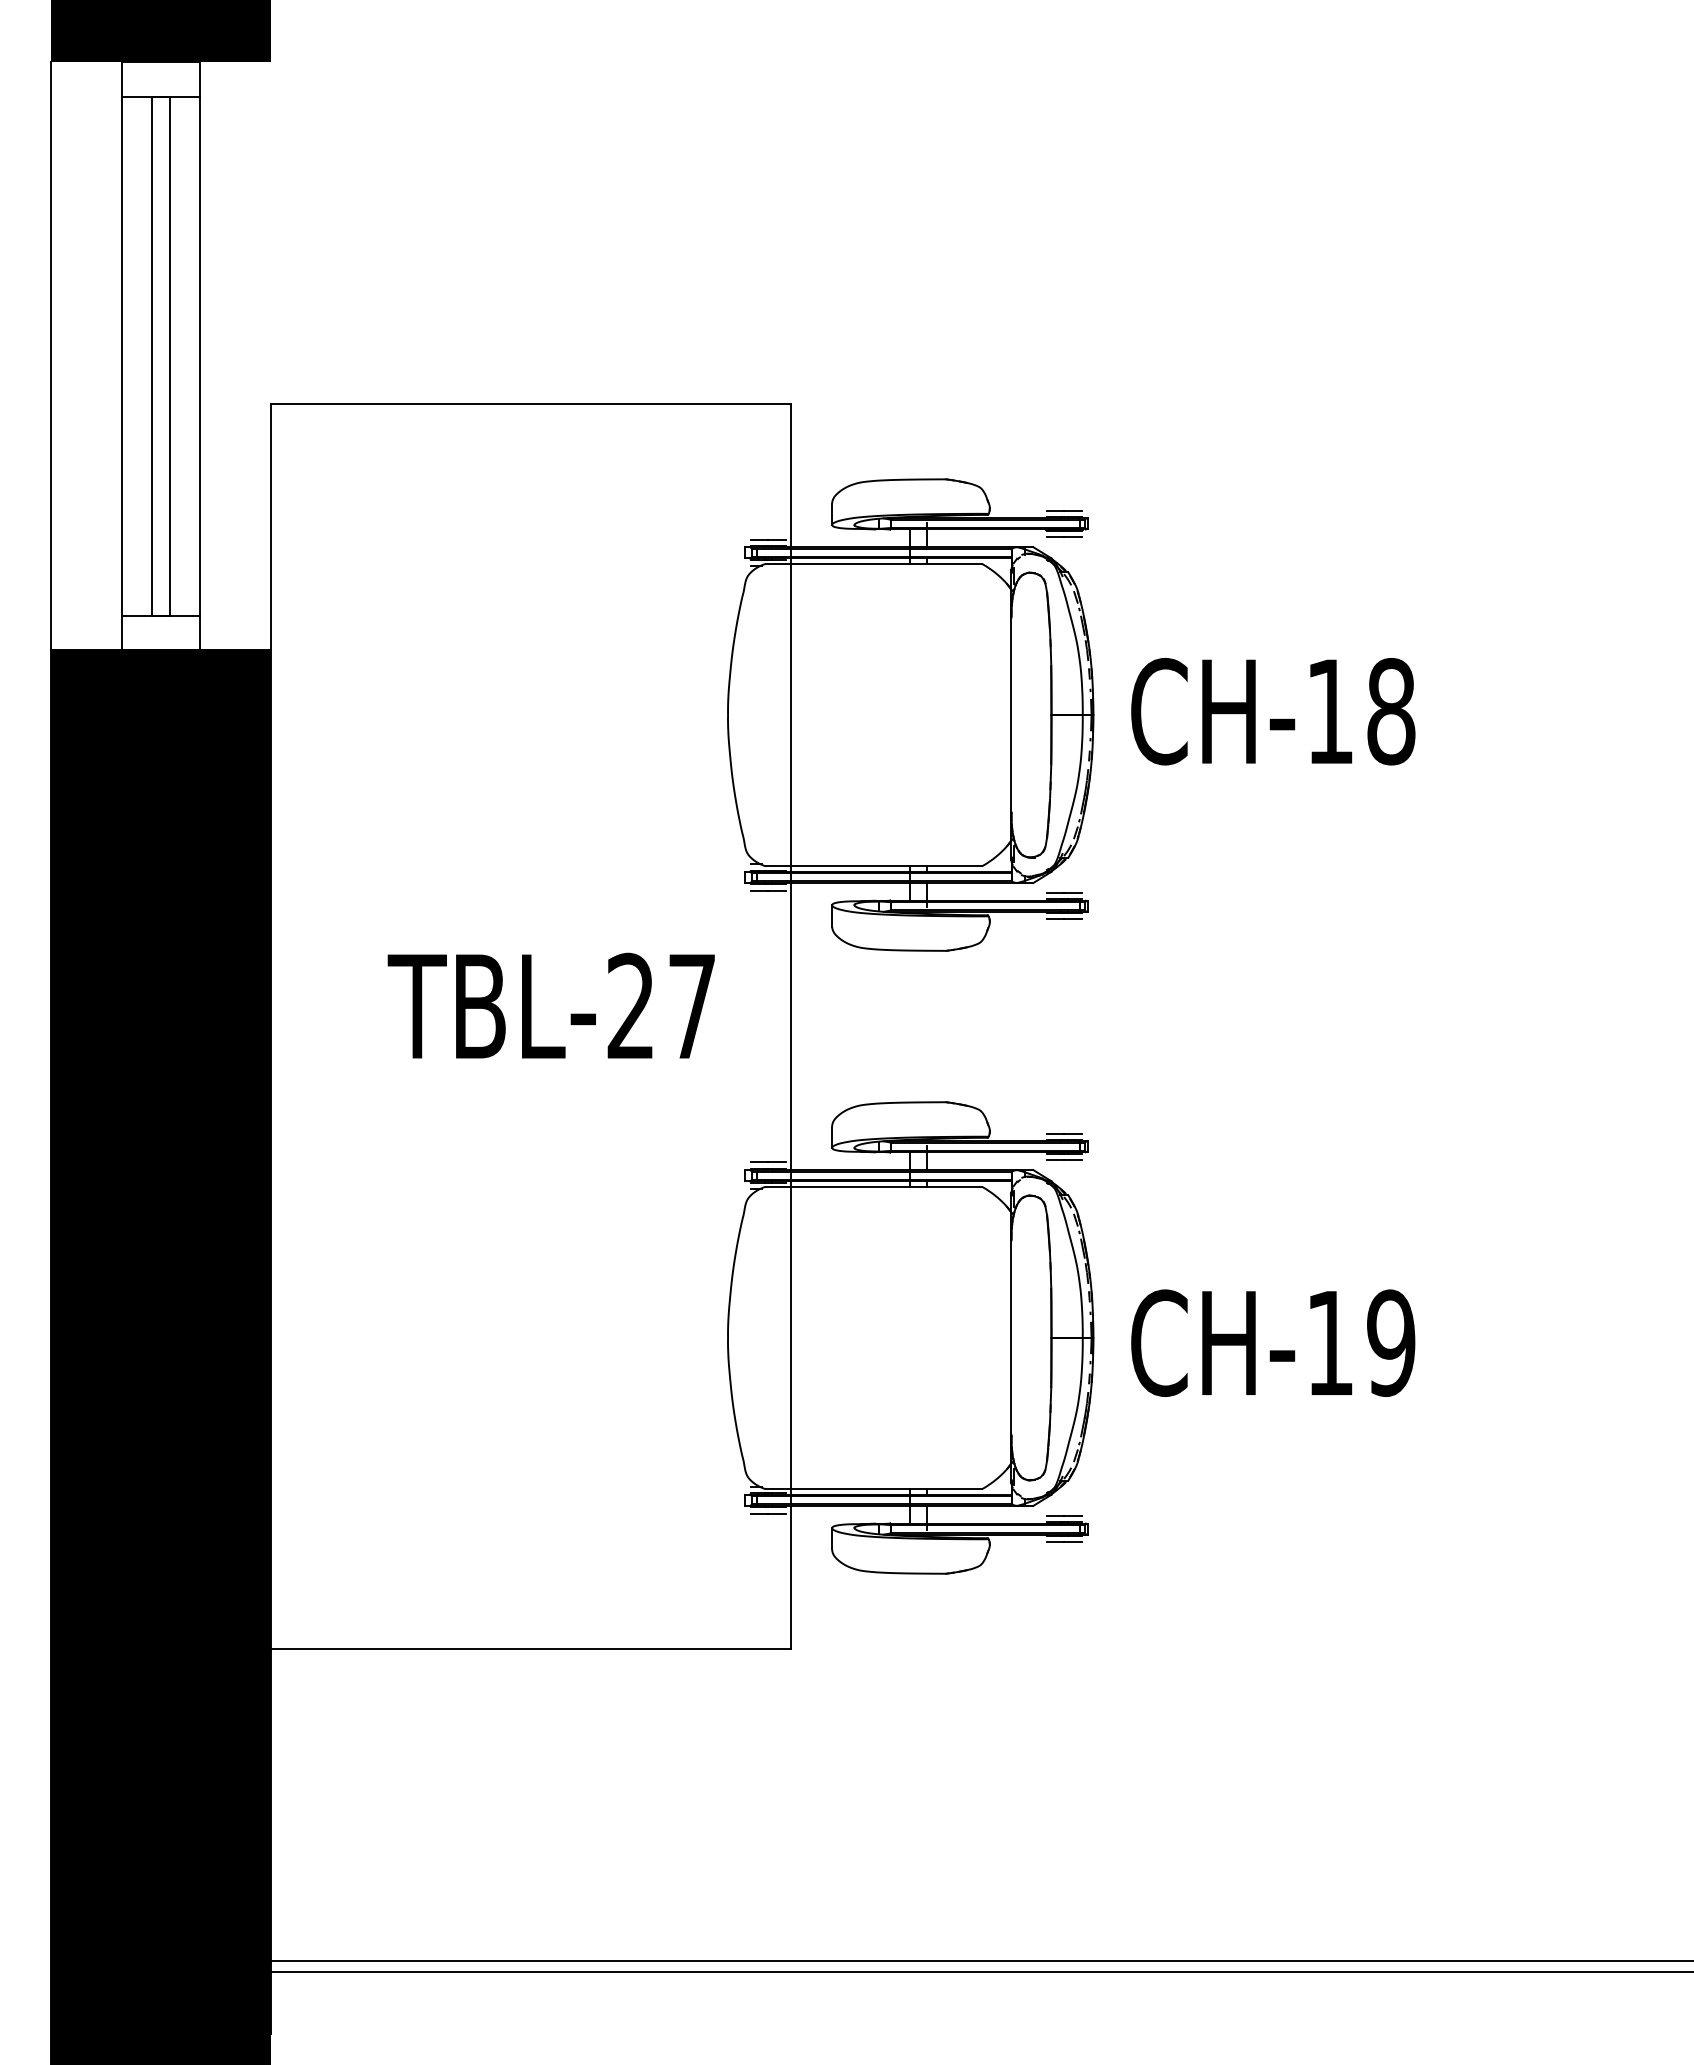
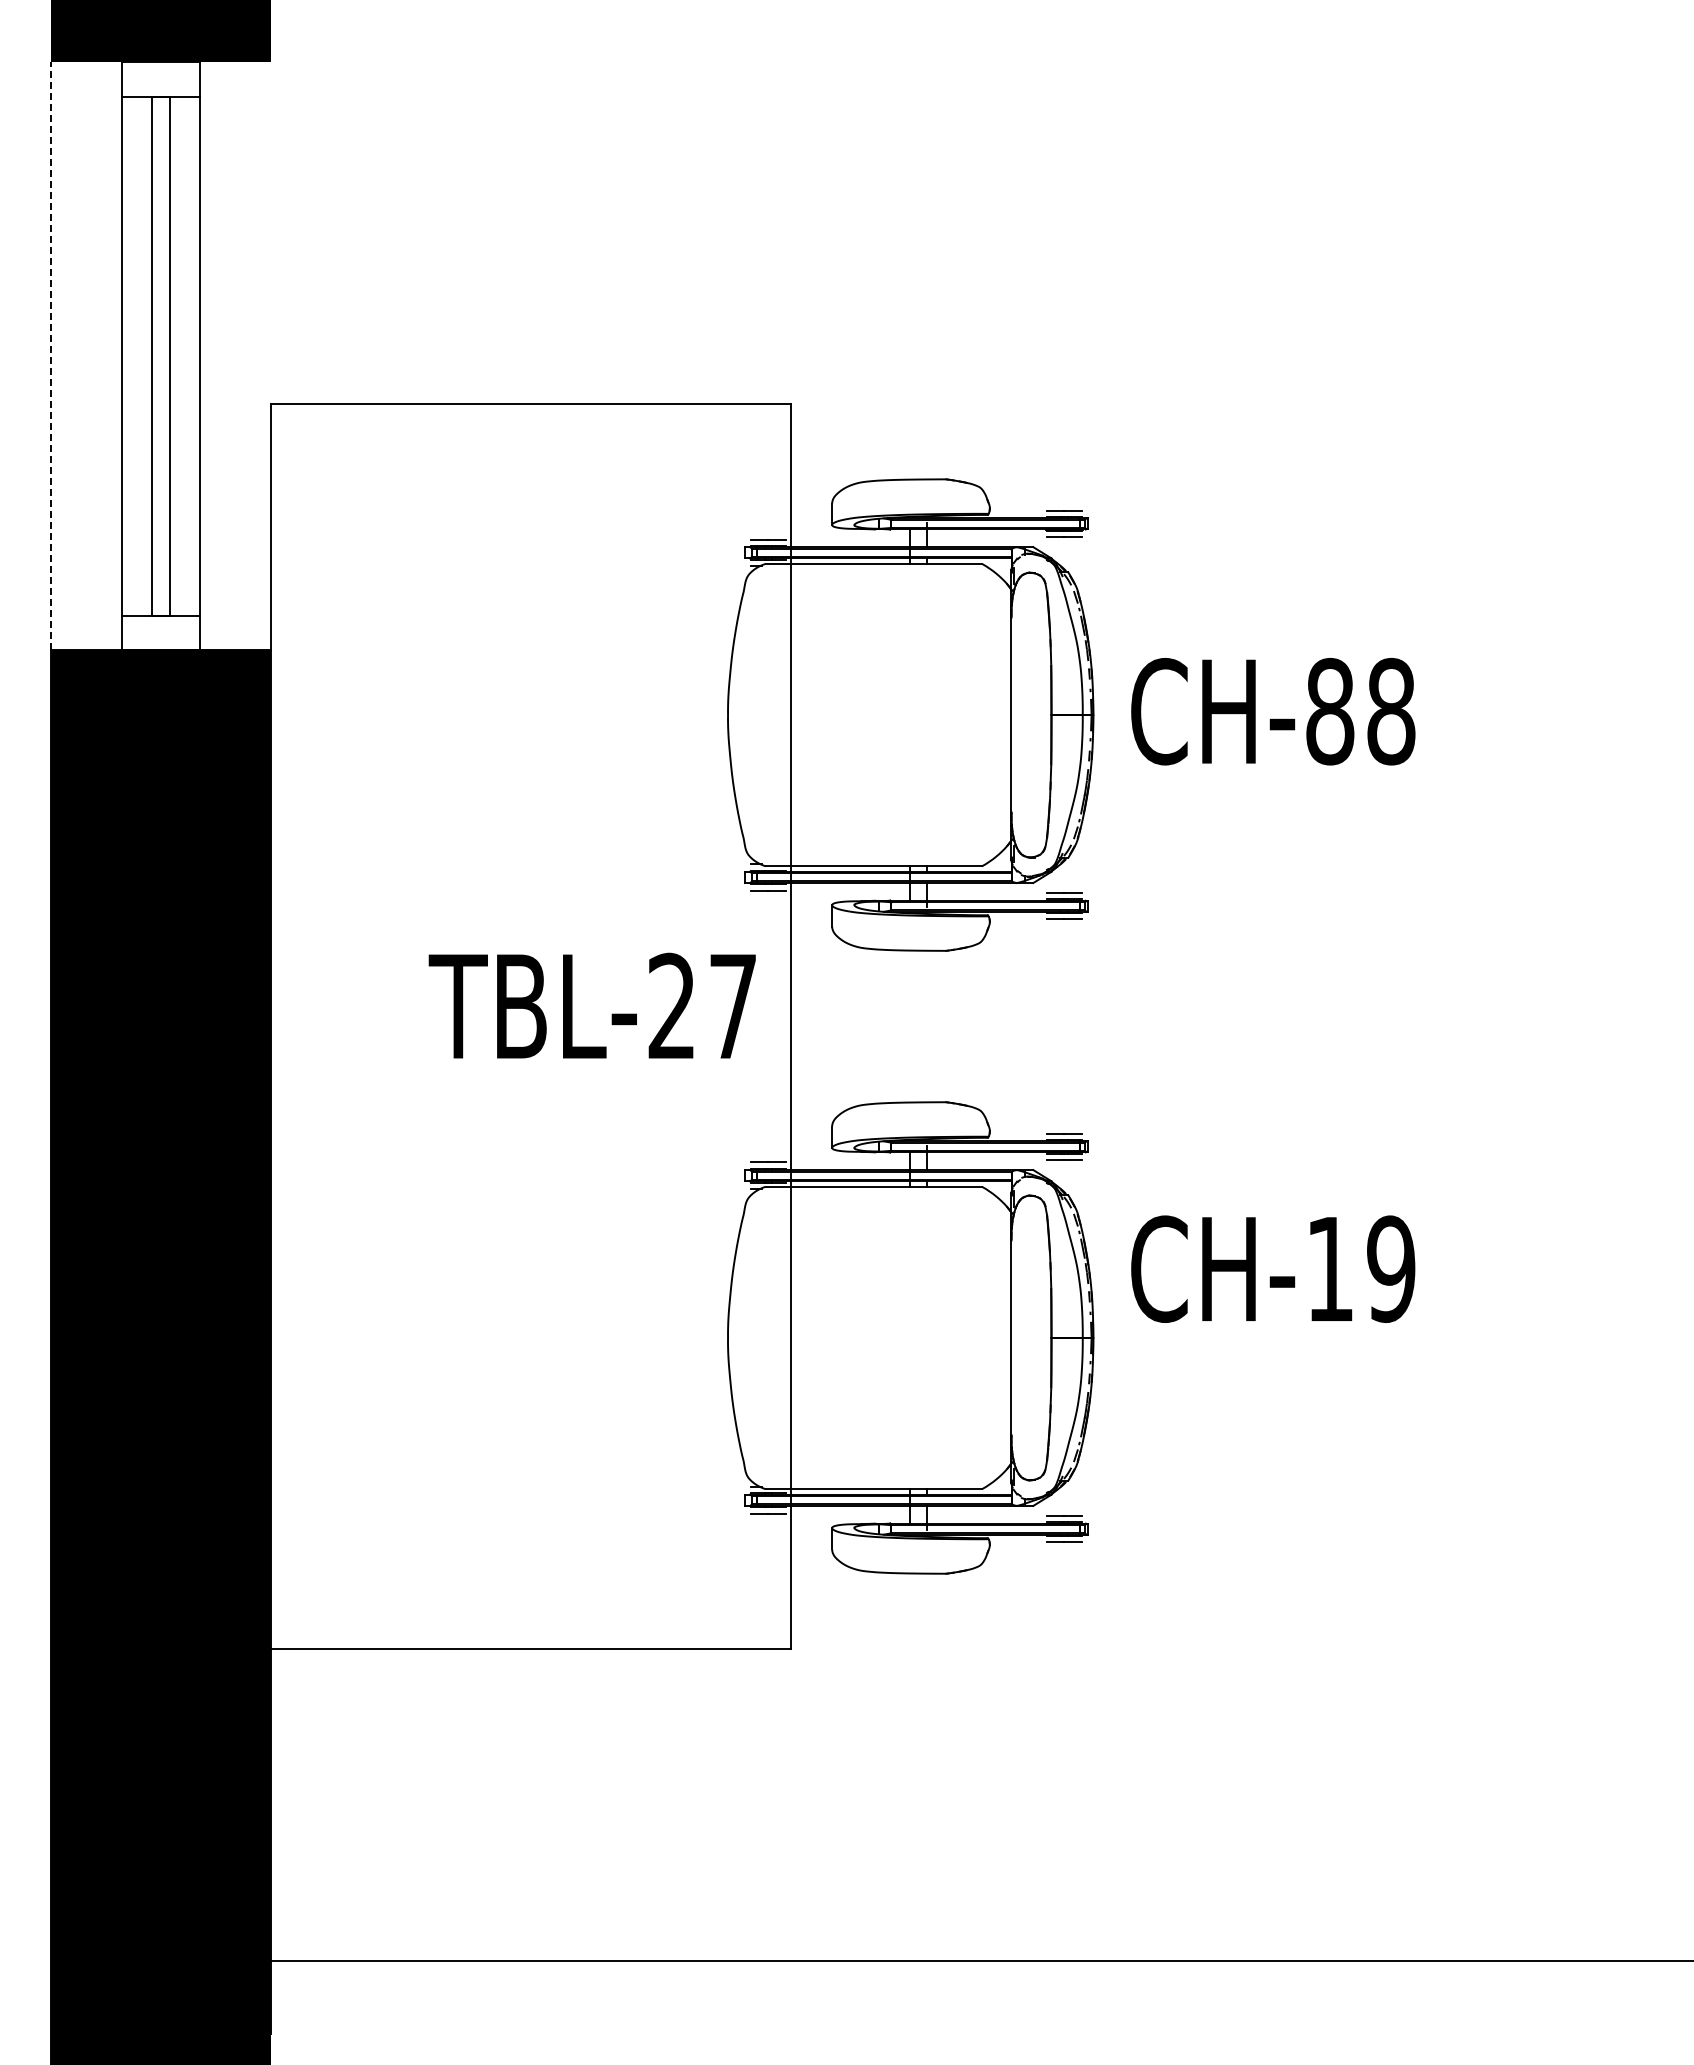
line at (50, 355): solid -> dashed
text at (1330, 711): CH-18 -> CH-88
text at (550, 1005) position: (550, 1005) -> (591, 1005)
text at (1273, 1342) position: (1273, 1342) -> (1273, 1268)
line at (980, 1971): present -> none
